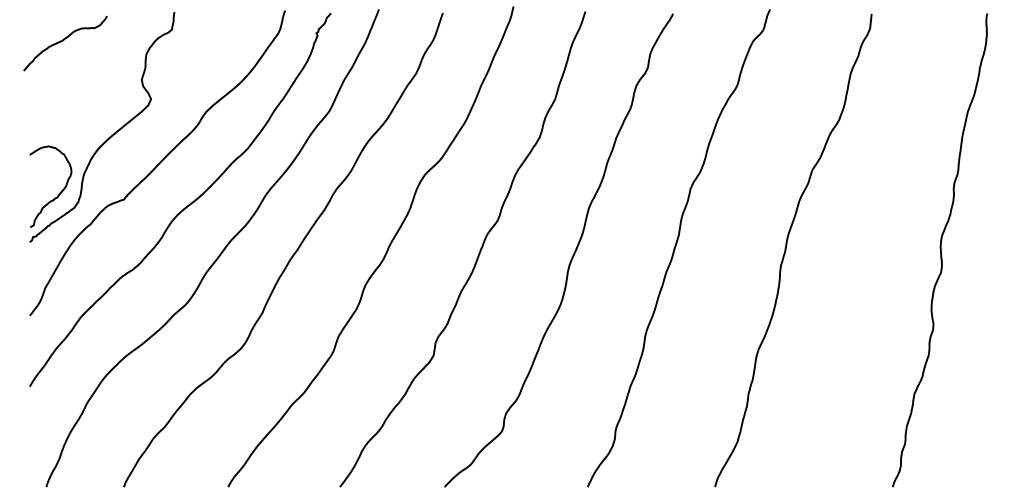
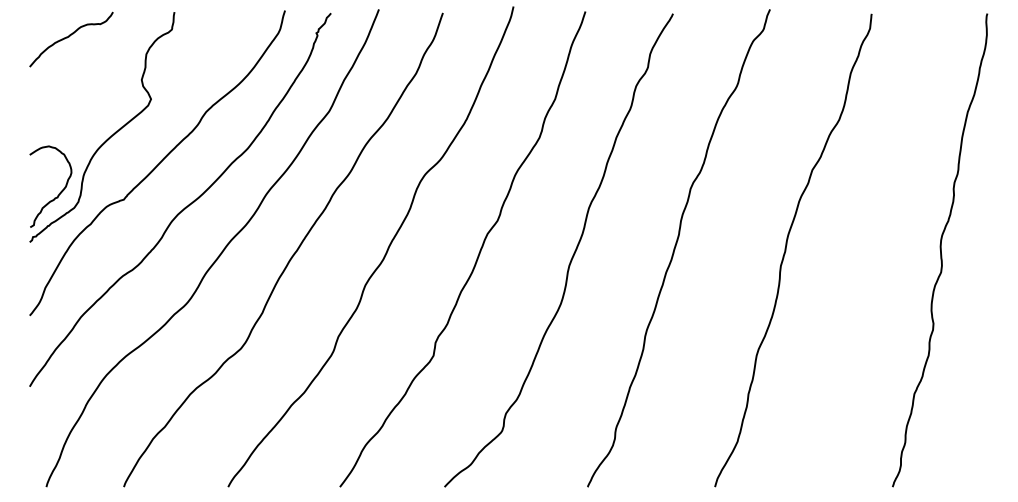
curve at (63, 41) position: (63, 41) -> (69, 37)
